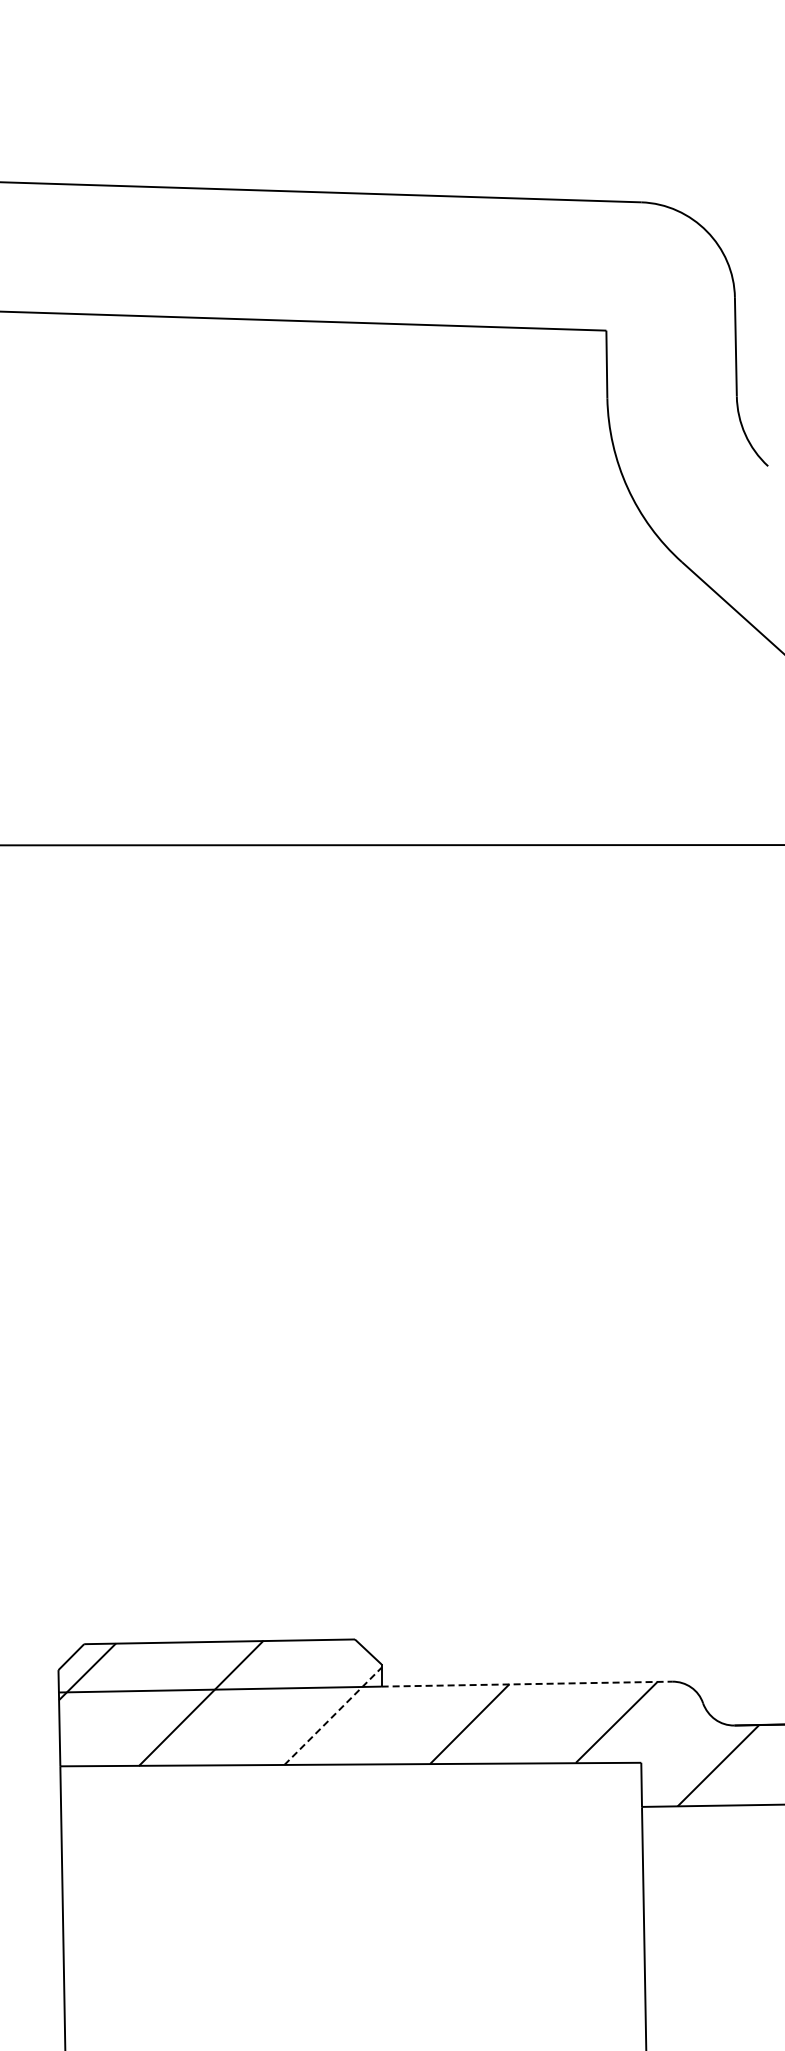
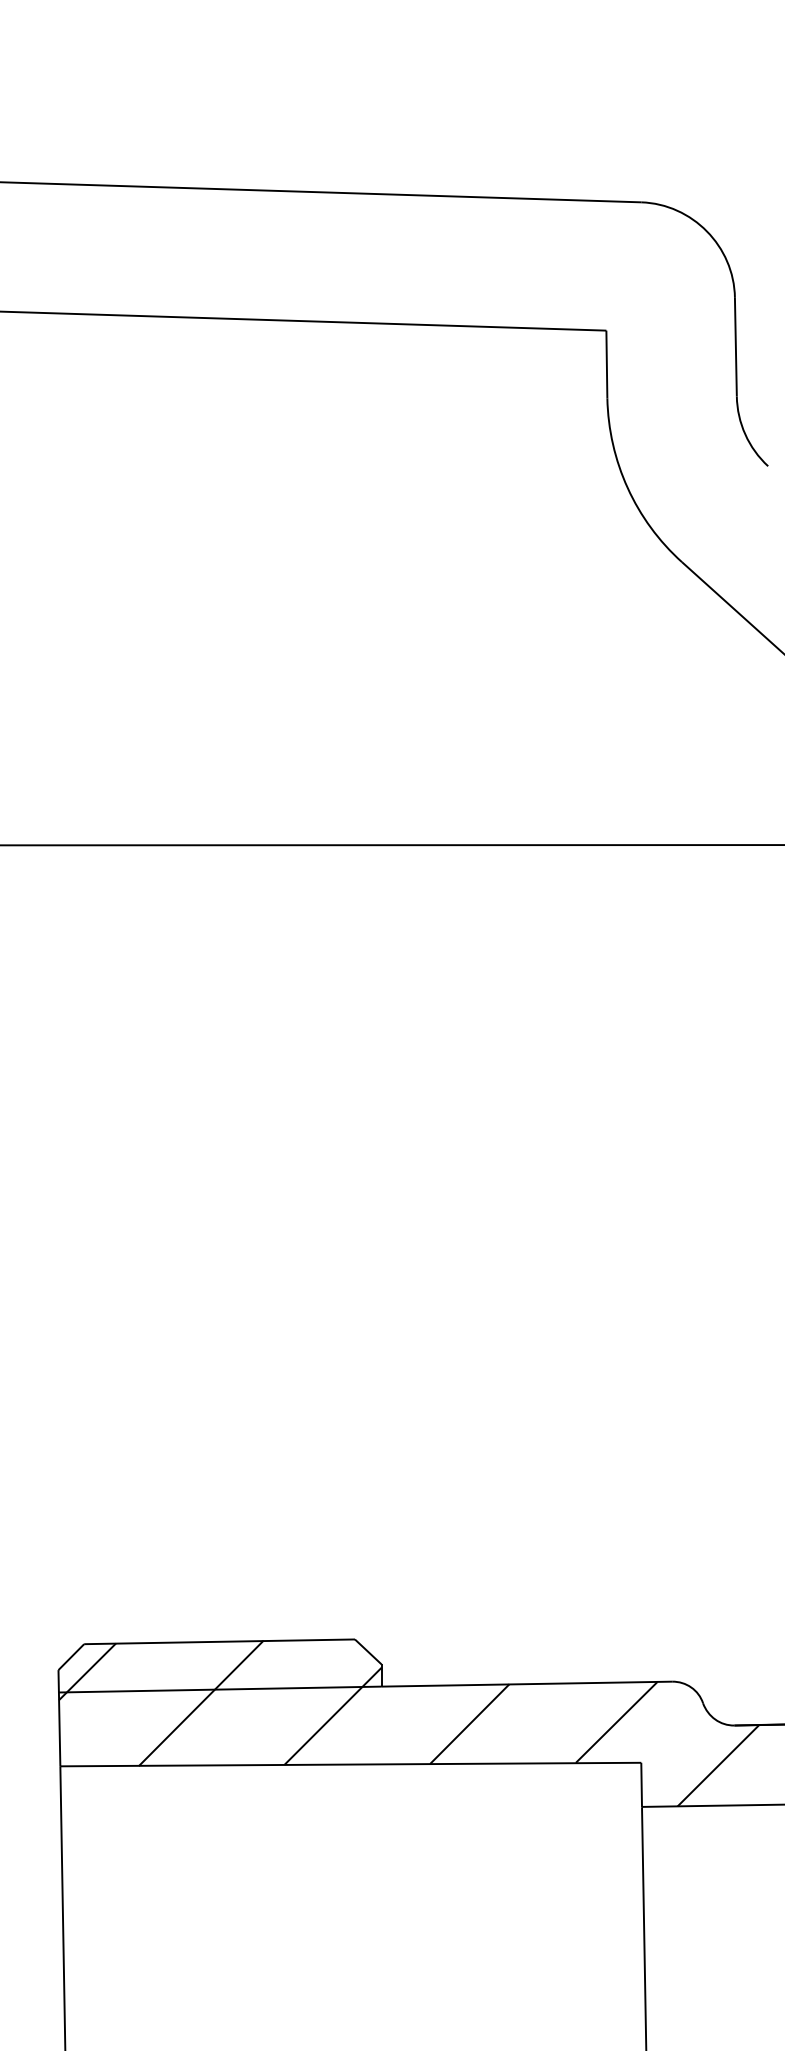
line at (527, 1684): dashed -> solid
line at (333, 1716): dashed -> solid
